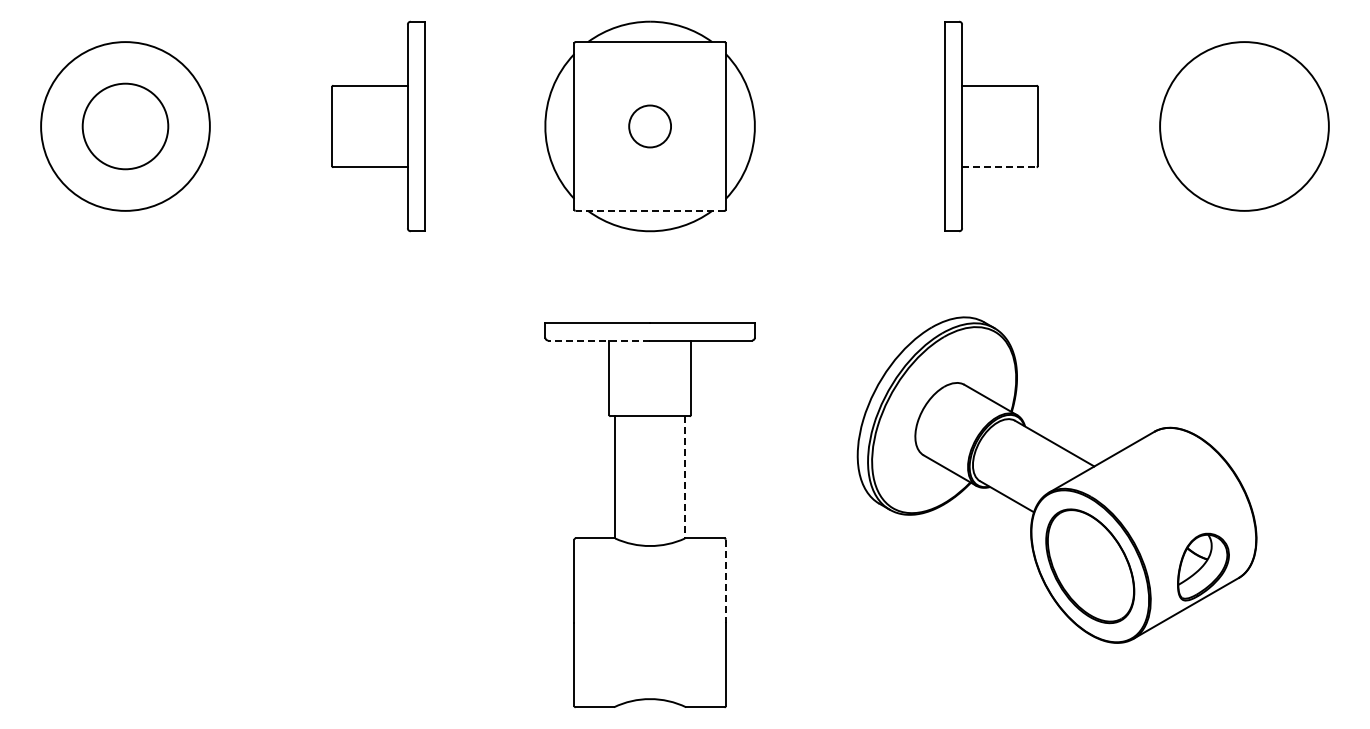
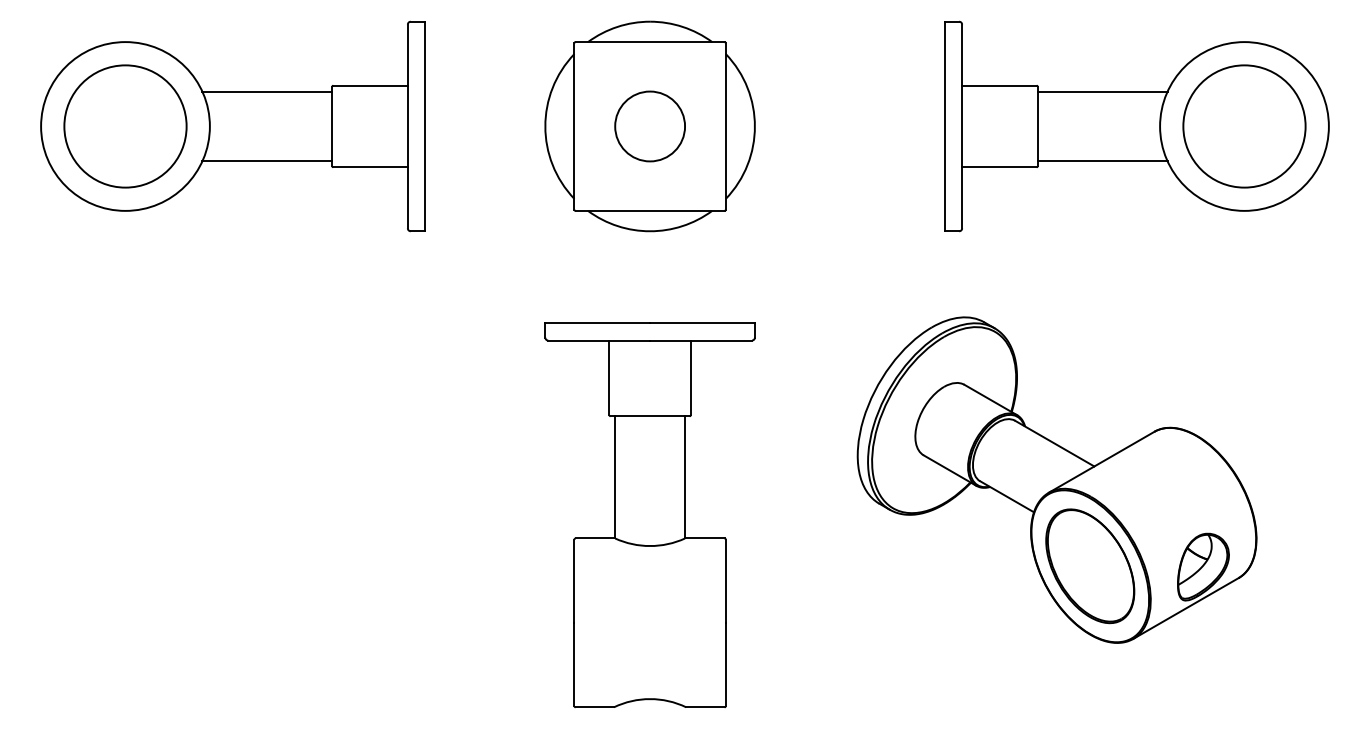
line at (267, 91): none -> present
line at (1102, 91): none -> present
circle at (125, 126) diameter: 86 px -> 122 px
circle at (650, 126) diameter: 42 px -> 70 px
circle at (1244, 126): none -> present
line at (267, 161): none -> present
line at (1102, 161): none -> present
line at (999, 167): dashed -> solid
line at (650, 210): dashed -> solid
line at (599, 340): dashed -> solid
line at (685, 477): dashed -> solid
line at (725, 581): dashed -> solid
